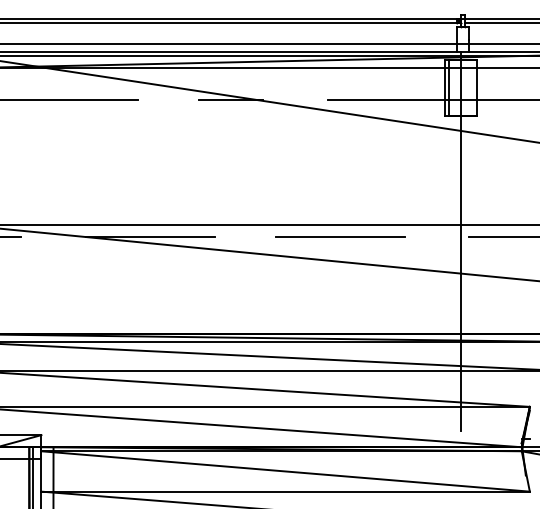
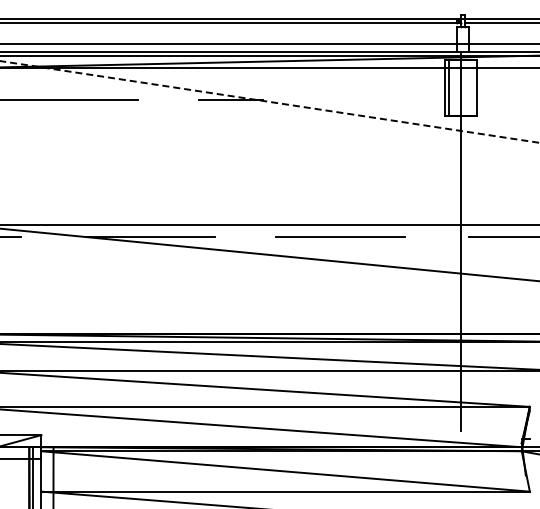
line at (432, 100): present -> none
line at (269, 101): solid -> dashed
